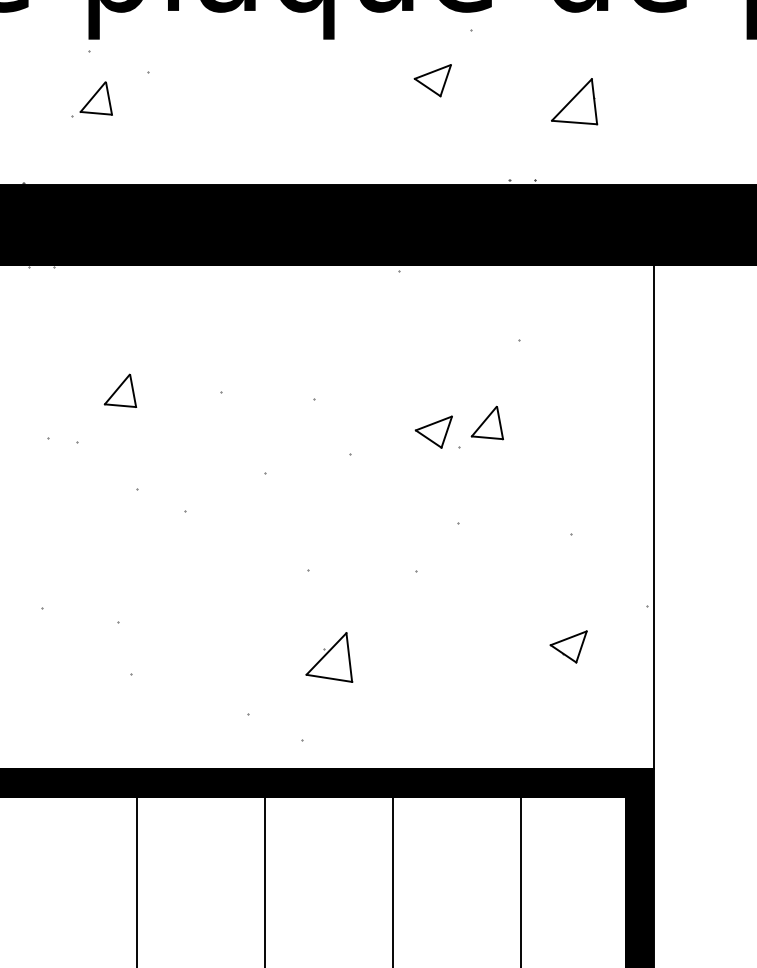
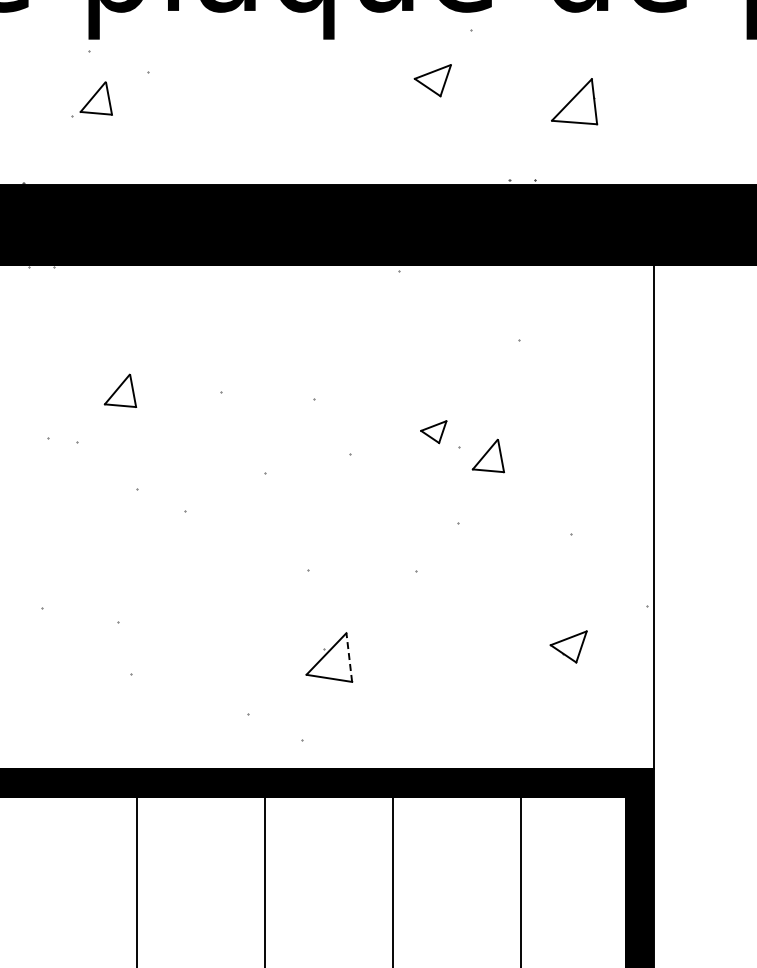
part at (486, 422) position: (486, 422) -> (487, 455)
part at (433, 431) size: 39x34 px -> 28x25 px
line at (349, 657): solid -> dashed
